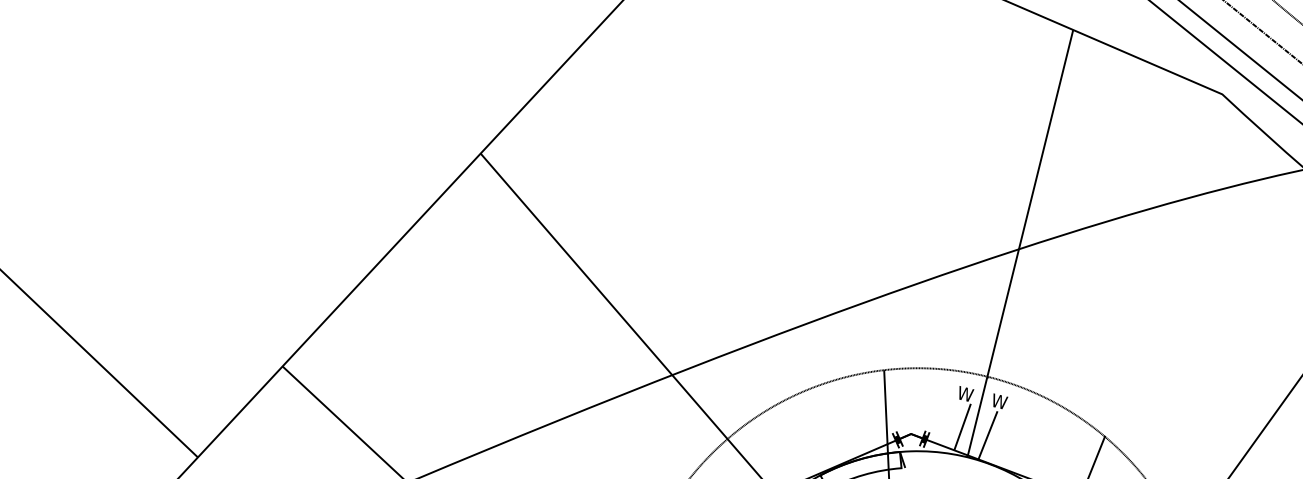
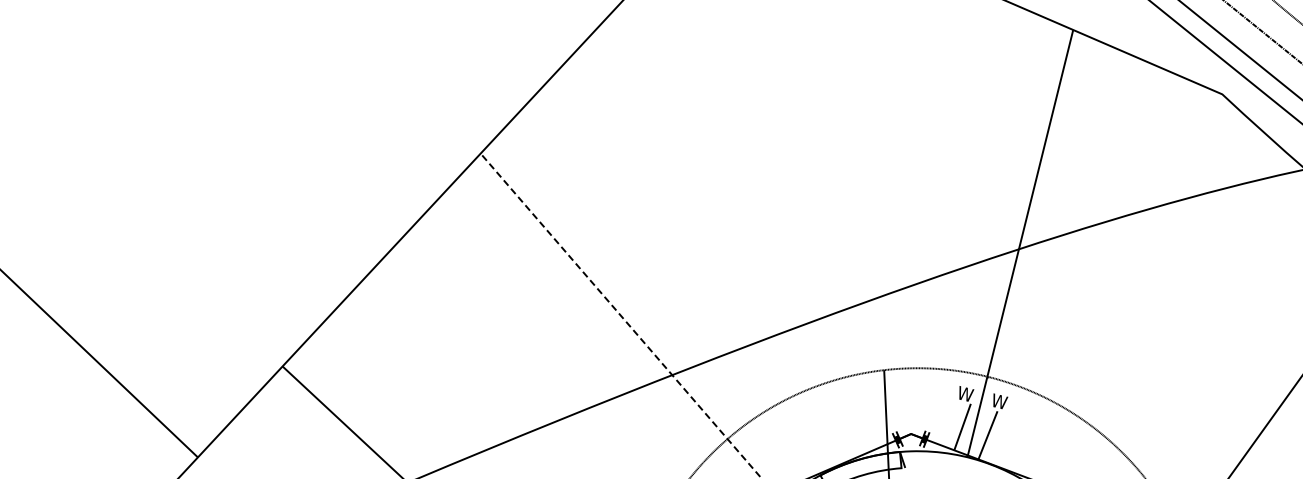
line at (621, 316): solid -> dashed
line at (1096, 455): present -> none
